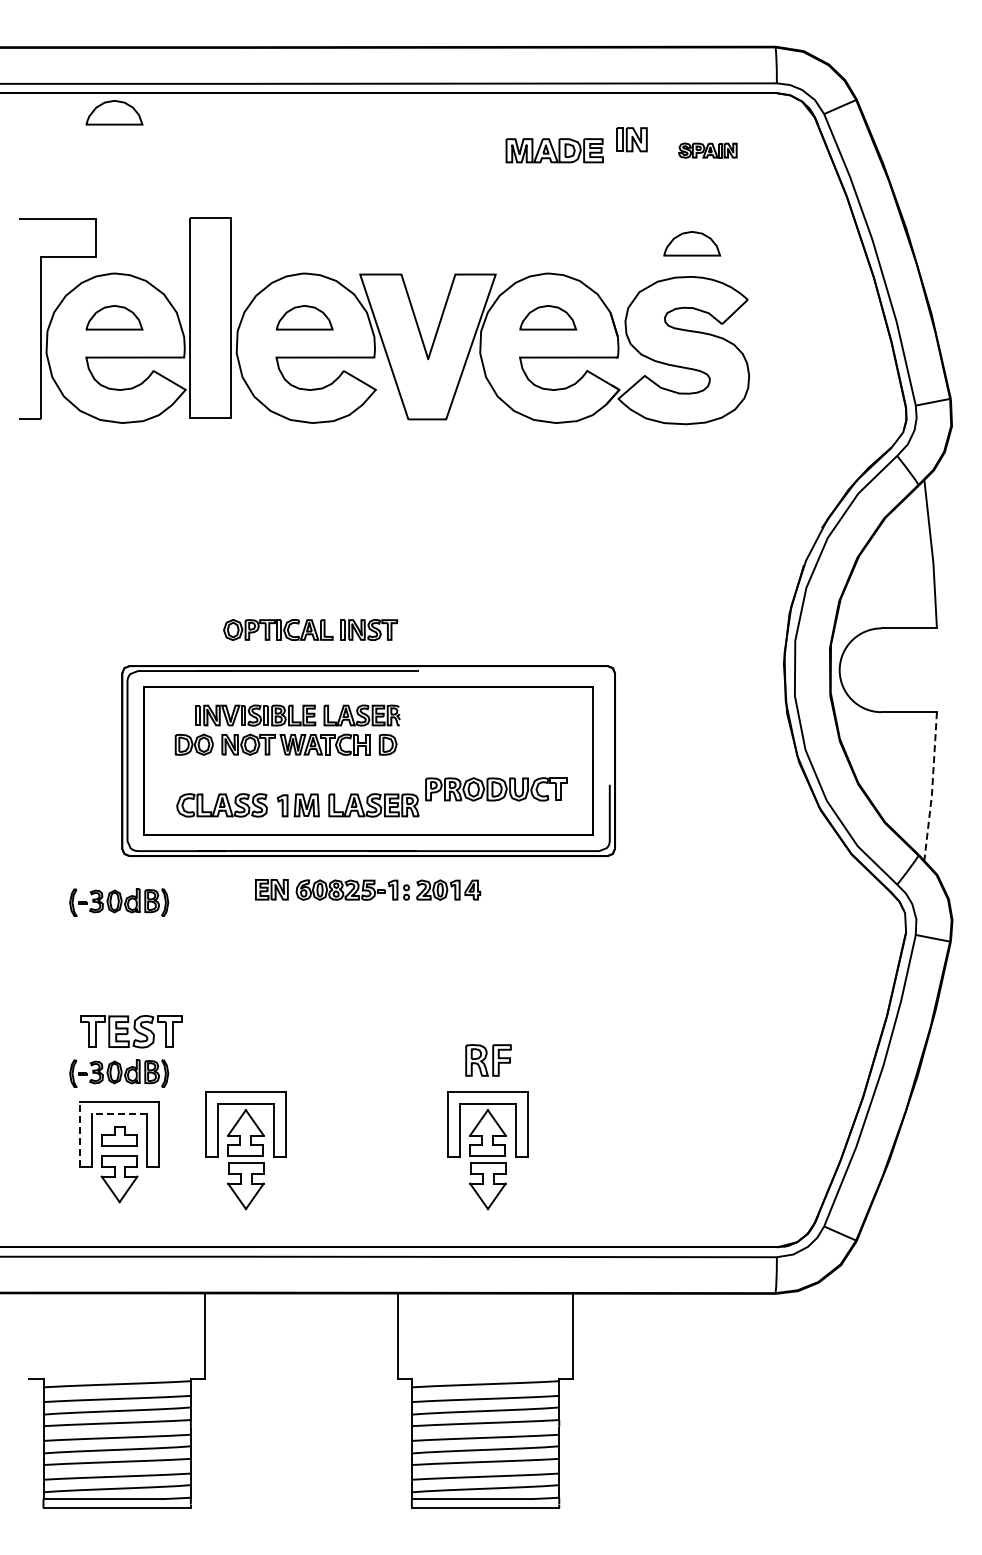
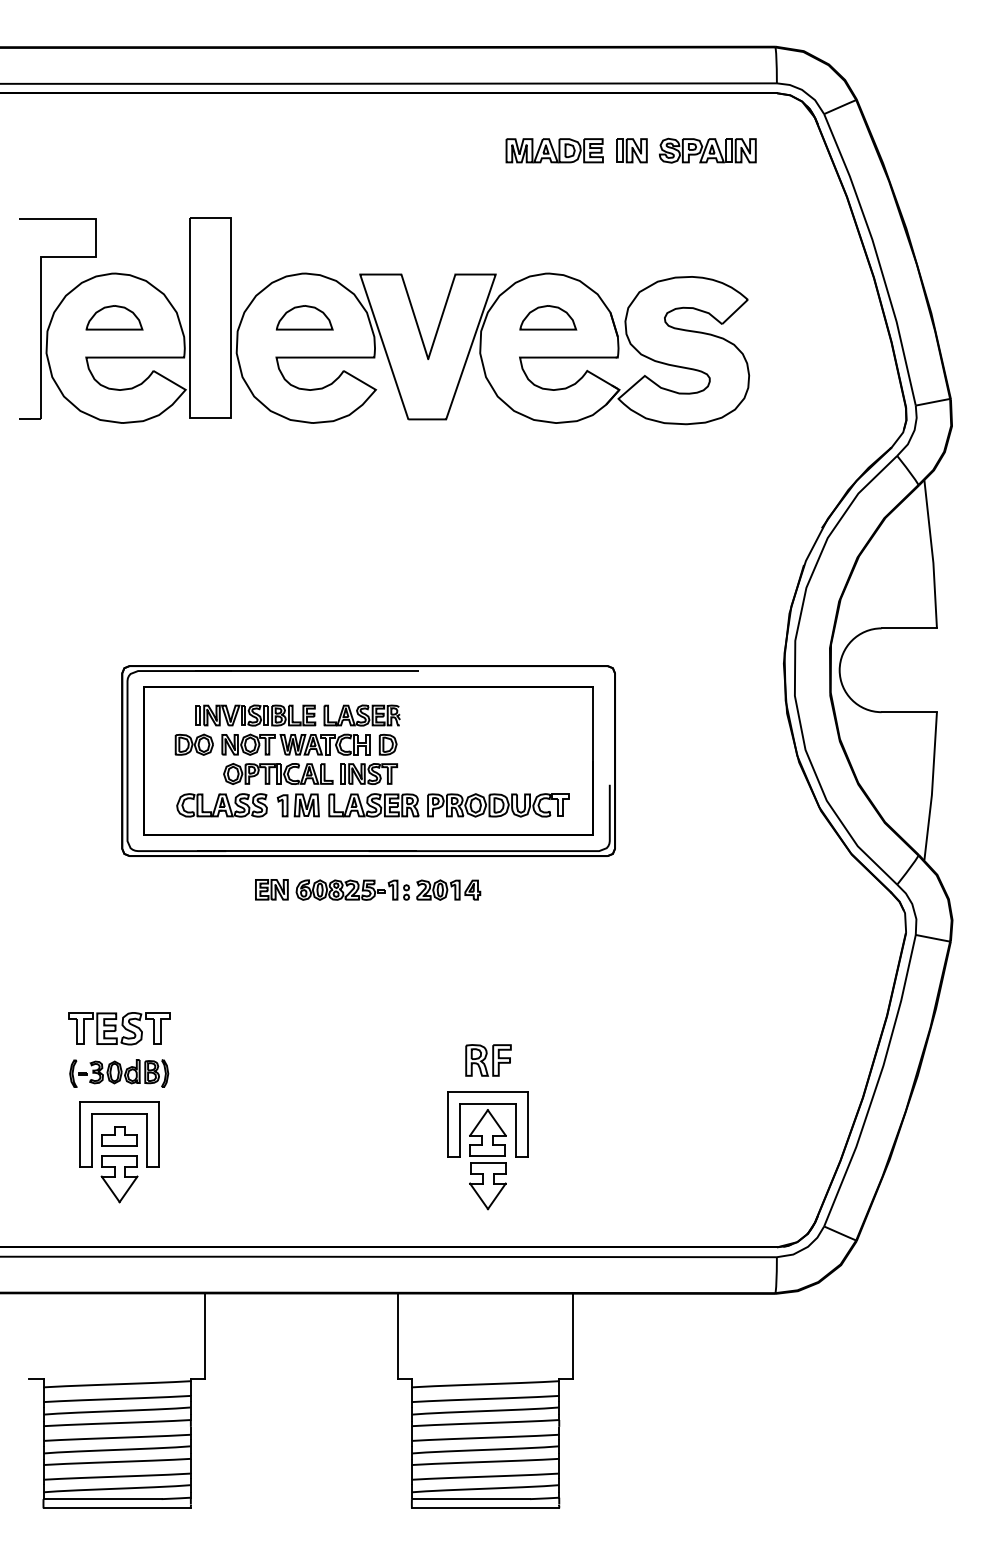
part at (114, 112): present -> none
part at (631, 139) position: (631, 139) -> (631, 150)
part at (707, 150) size: 60x17 px -> 98x27 px
part at (692, 243): present -> none
part at (310, 629) position: (310, 629) -> (310, 773)
line at (932, 787): dashed -> solid
part at (496, 789) position: (496, 789) -> (498, 805)
part at (119, 902): present -> none
part at (131, 1031) position: (131, 1031) -> (119, 1028)
line at (119, 1113): dashed -> solid
line at (80, 1134): dashed -> solid
part at (245, 1150): present -> none
